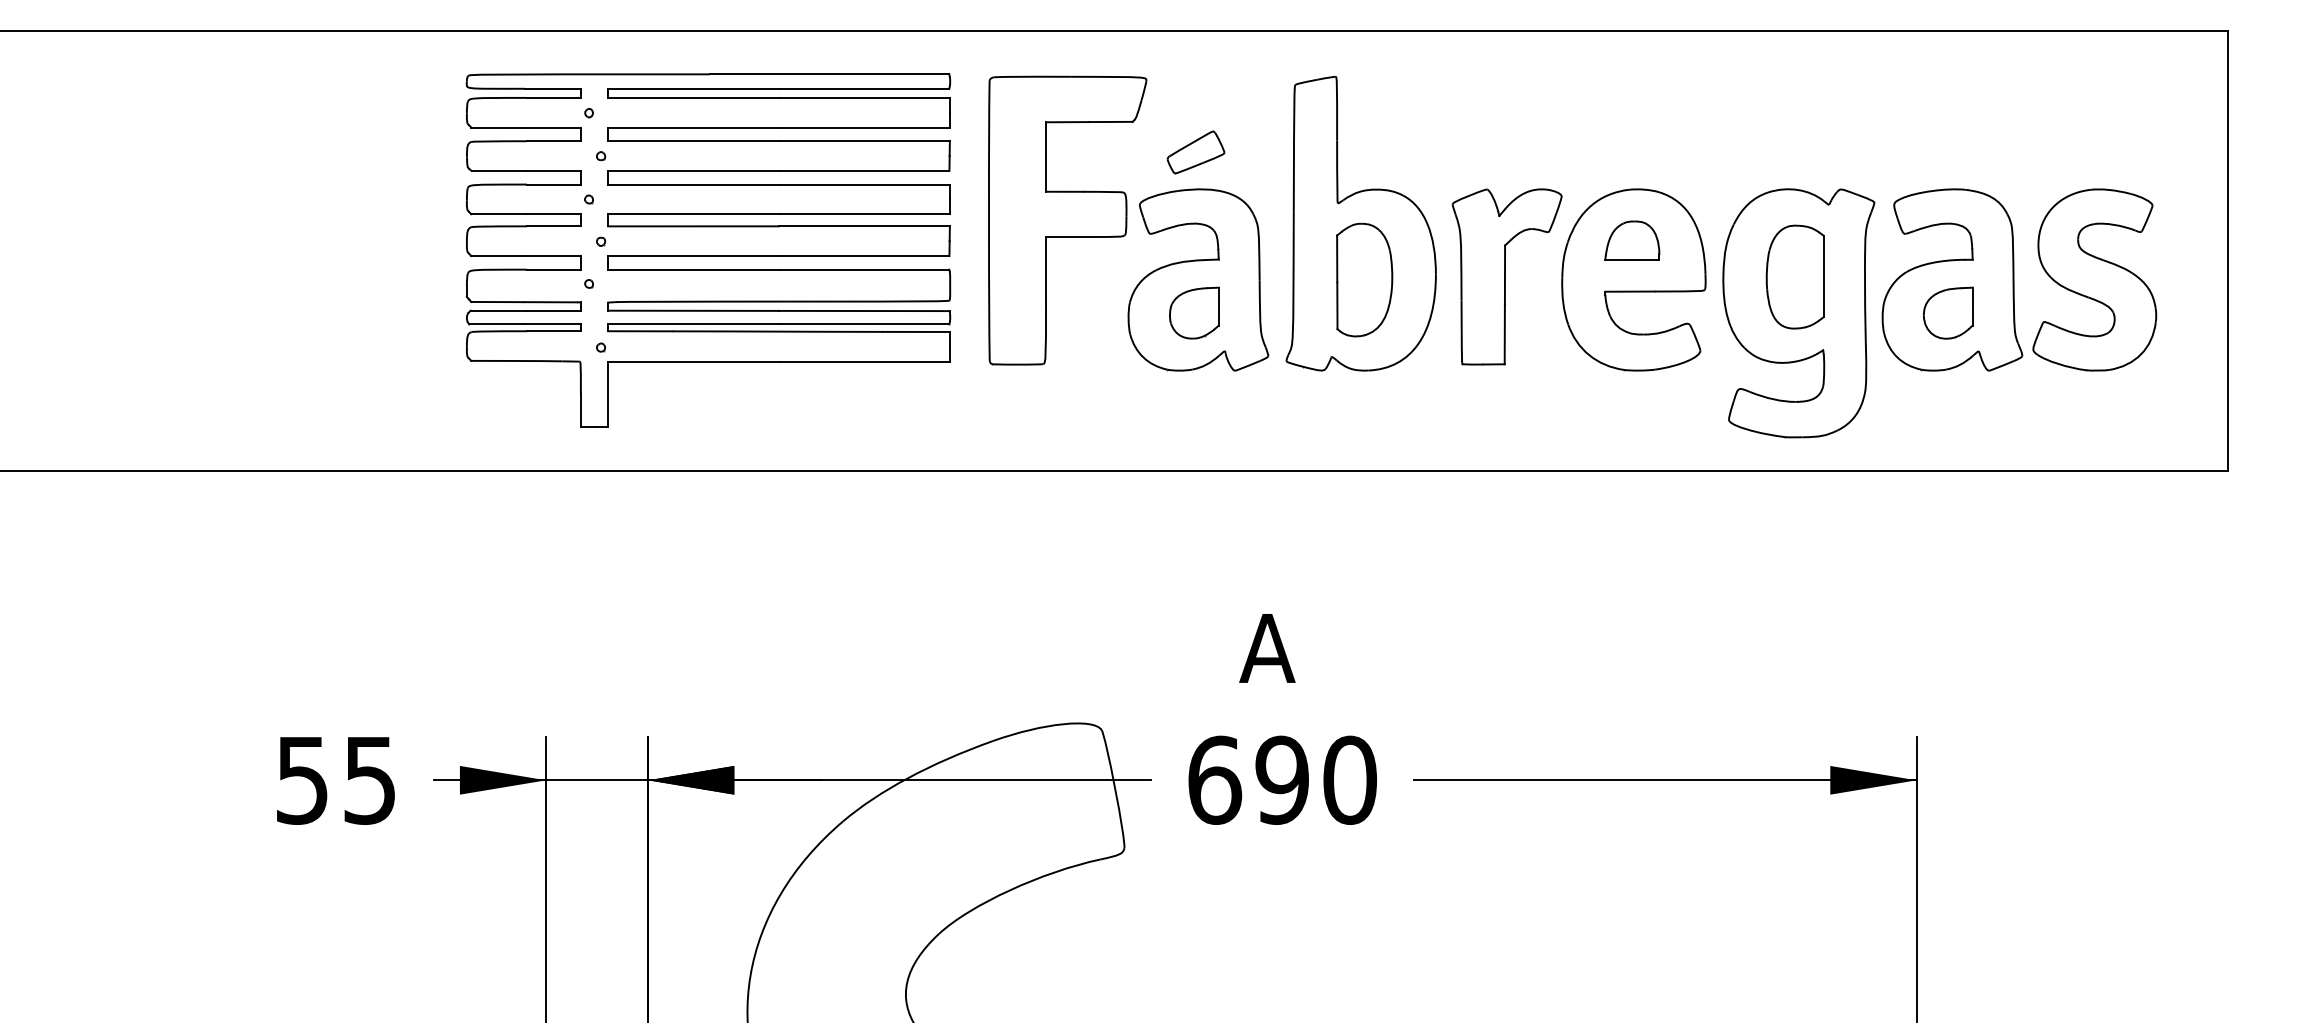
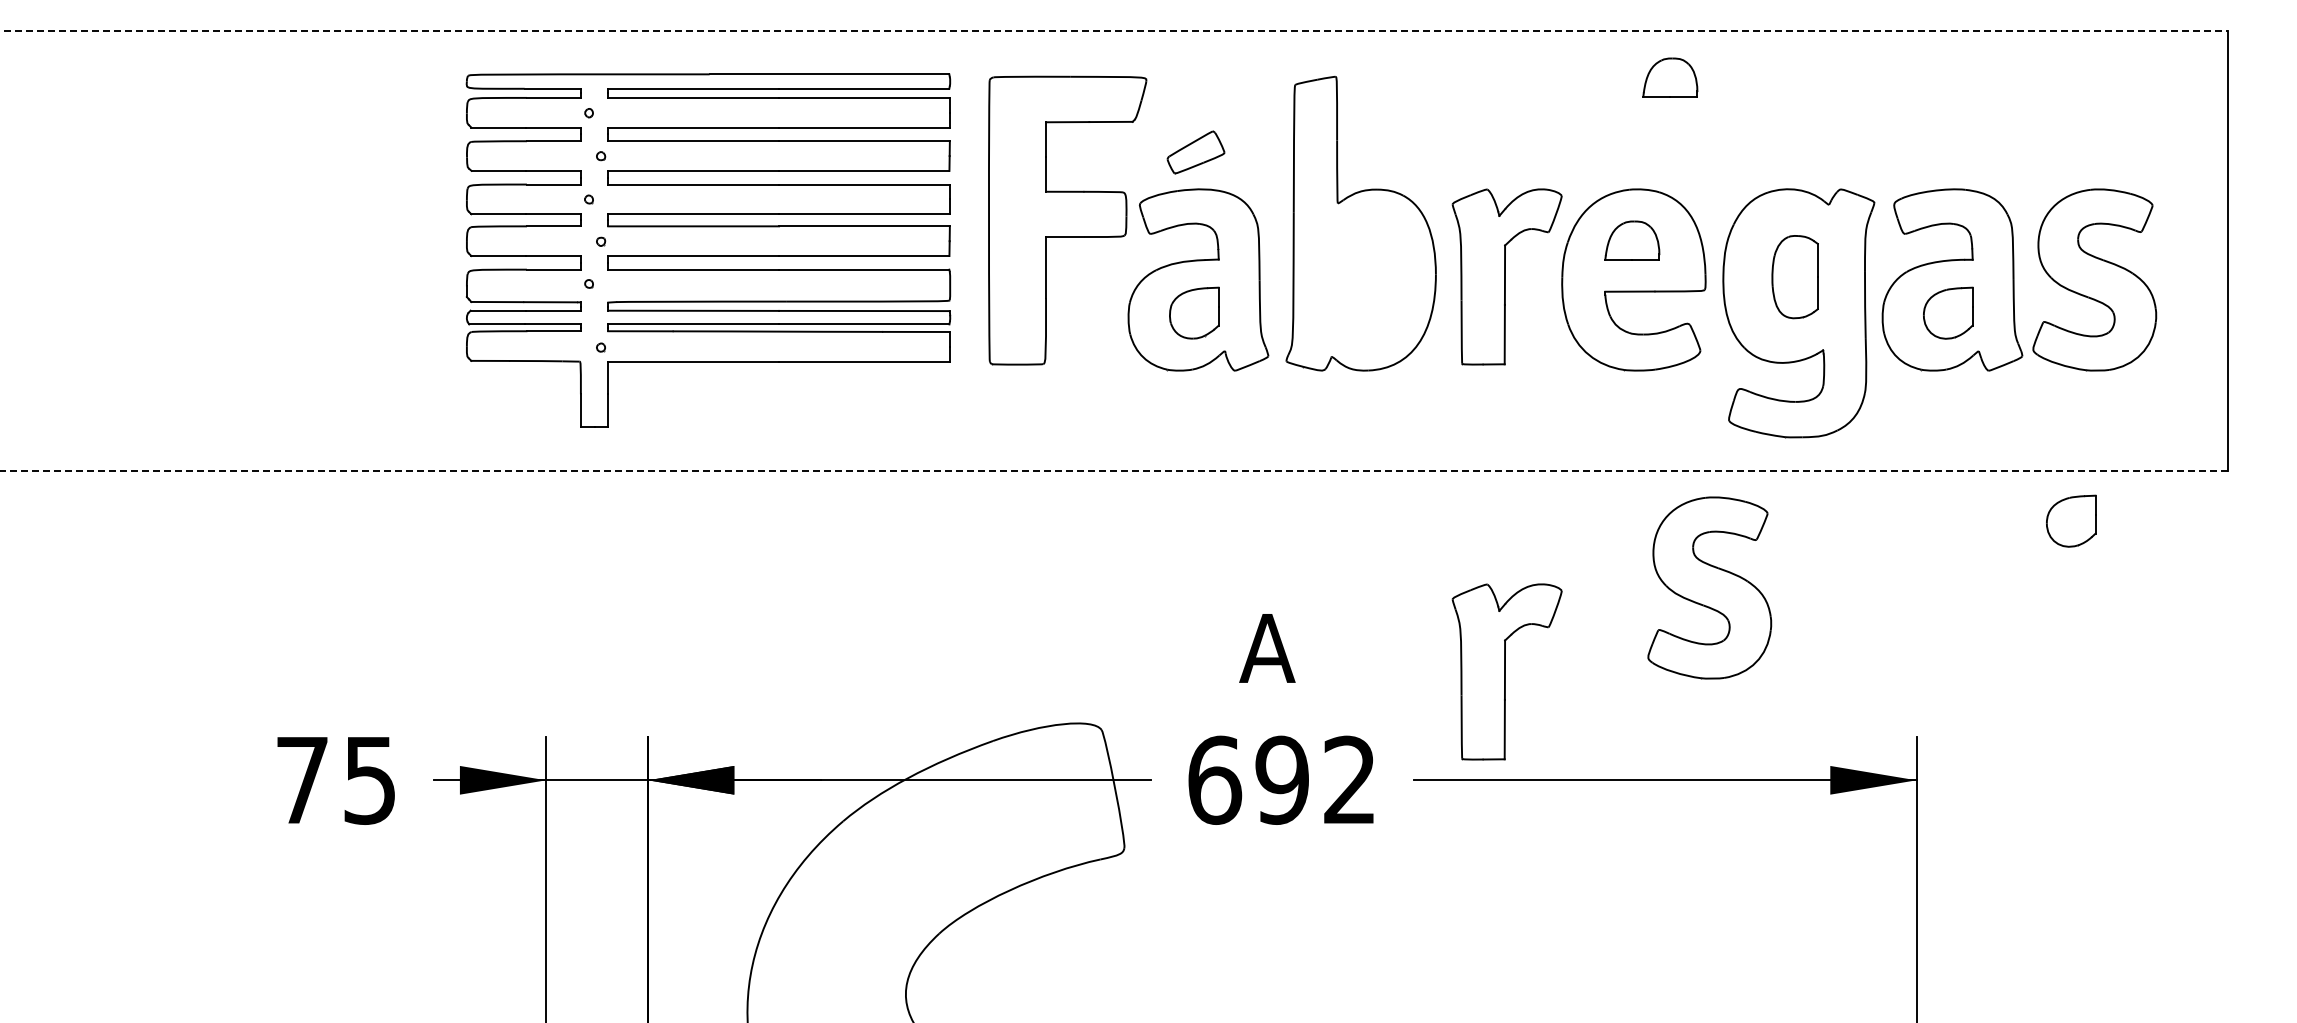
line at (1114, 30): solid -> dashed
part at (1670, 77): none -> present
part at (1794, 276) size: 60x106 px -> 48x85 px
part at (1364, 279): present -> none
line at (1114, 470): solid -> dashed
part at (2071, 520): none -> present
part at (1709, 587): none -> present
part at (1506, 671): none -> present
text at (1349, 779): 690 -> 692
text at (302, 780): 55 -> 75
